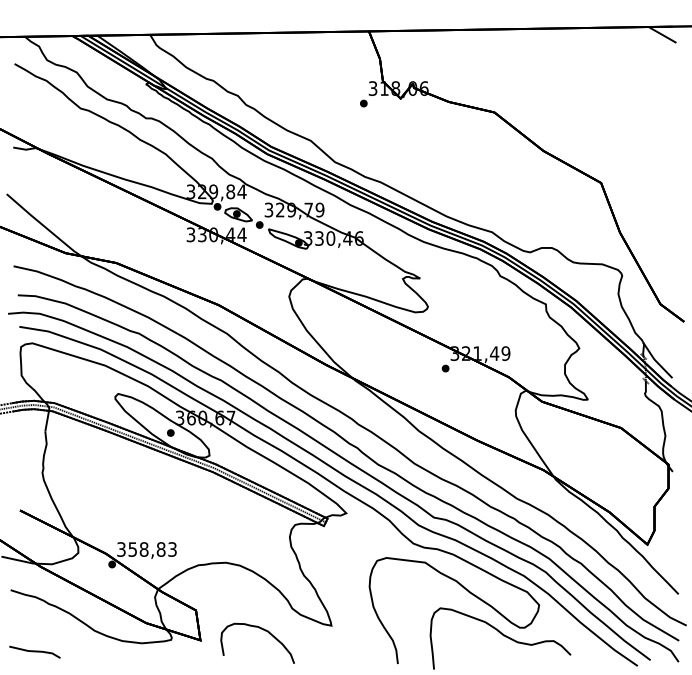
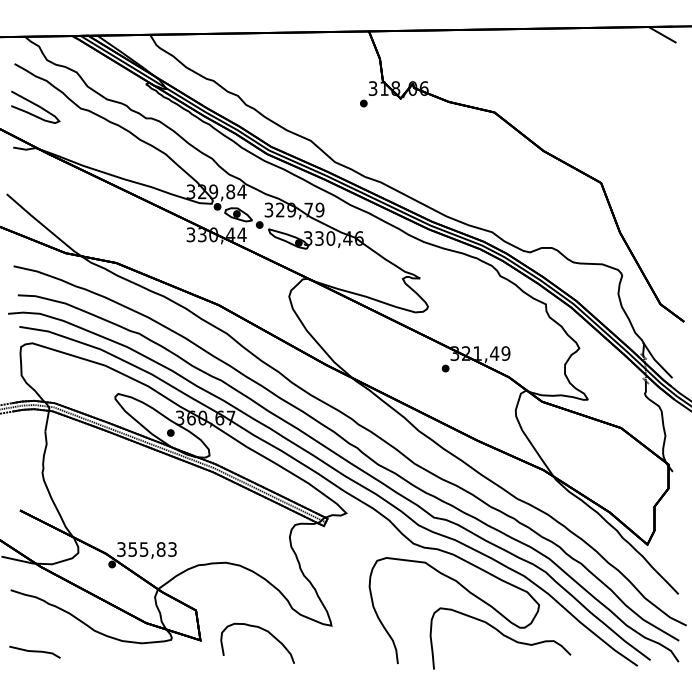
curve at (35, 105): none -> present
text at (143, 549): 358,83 -> 355,83
